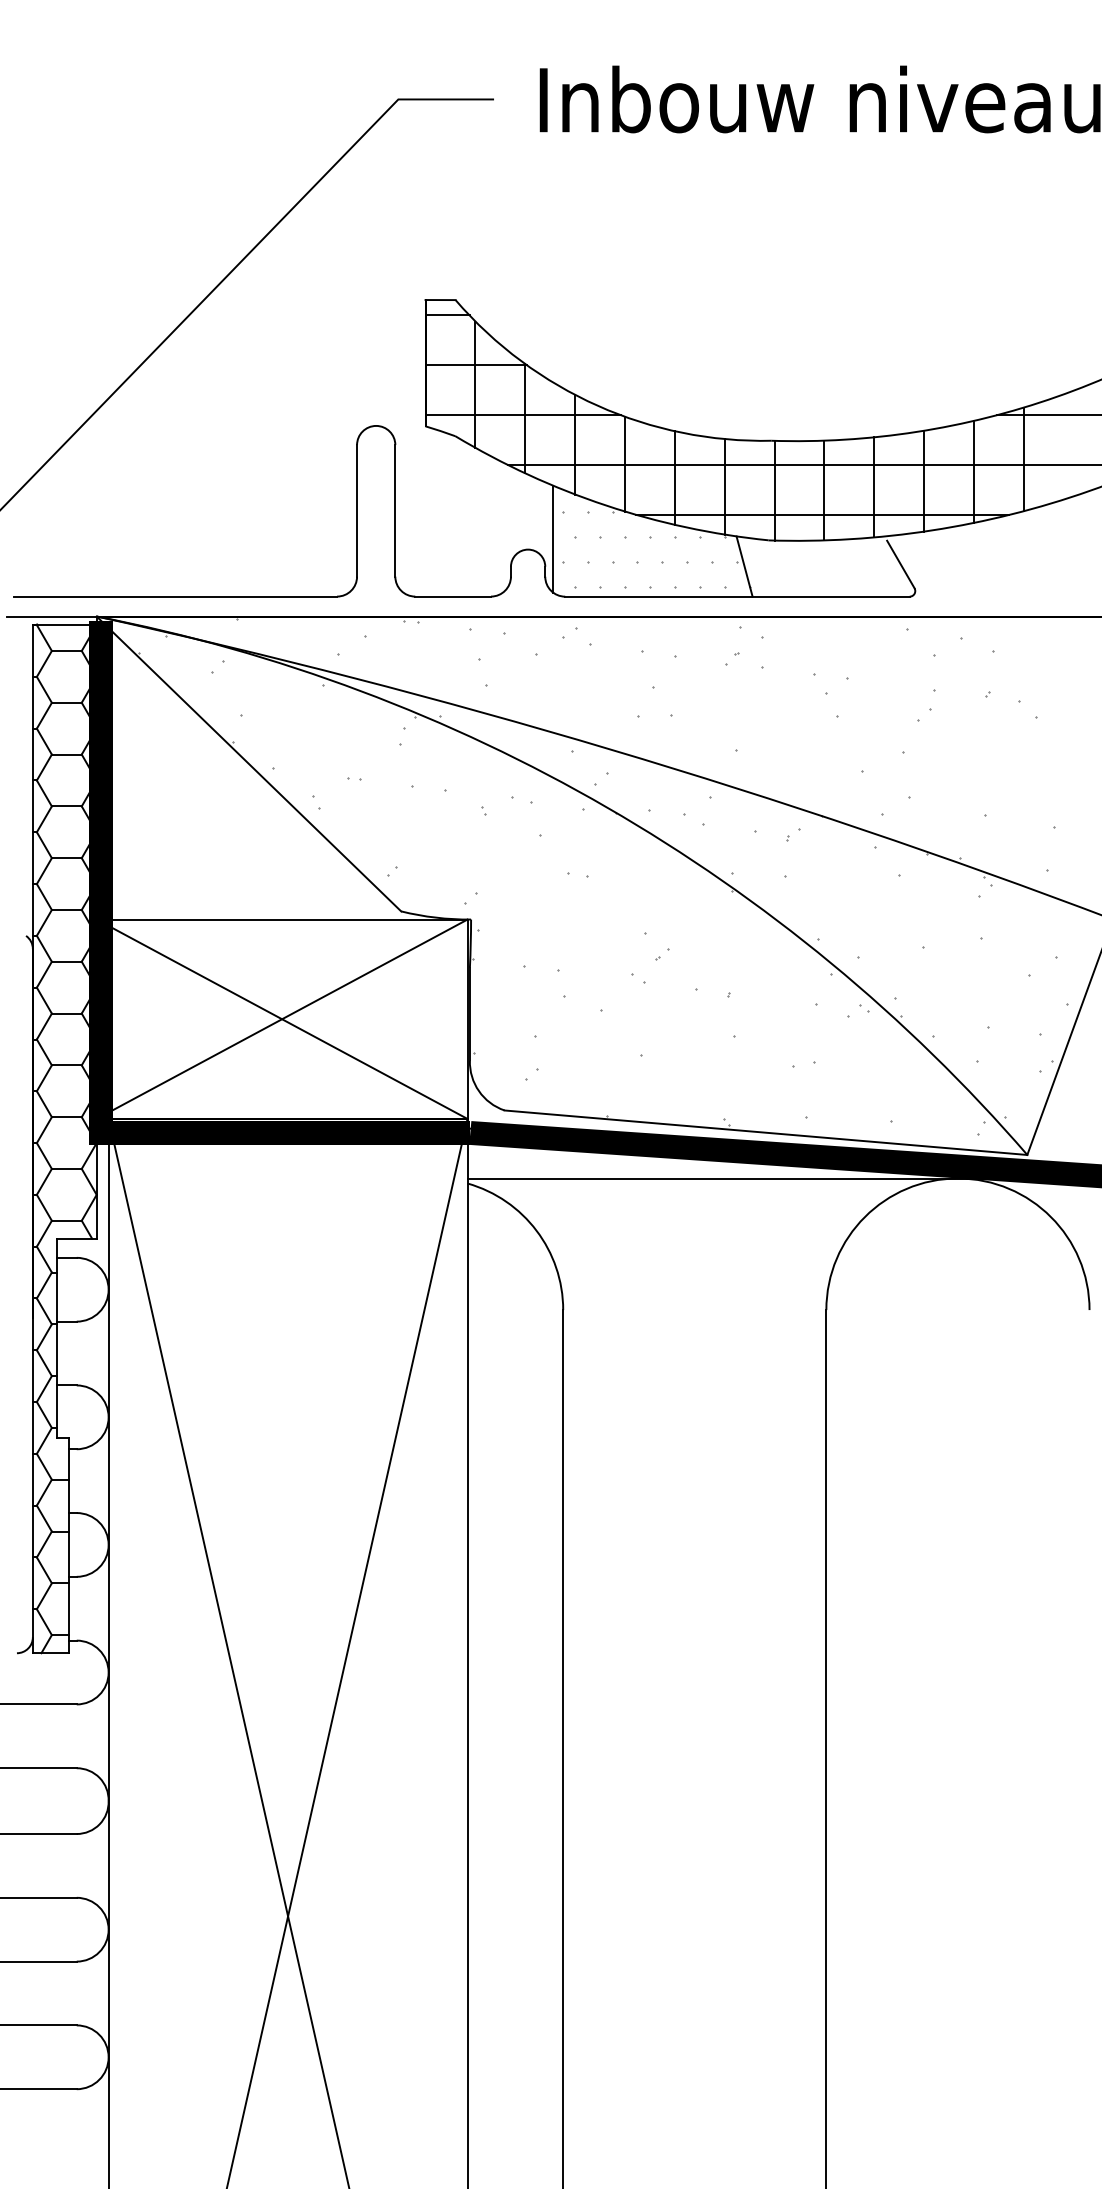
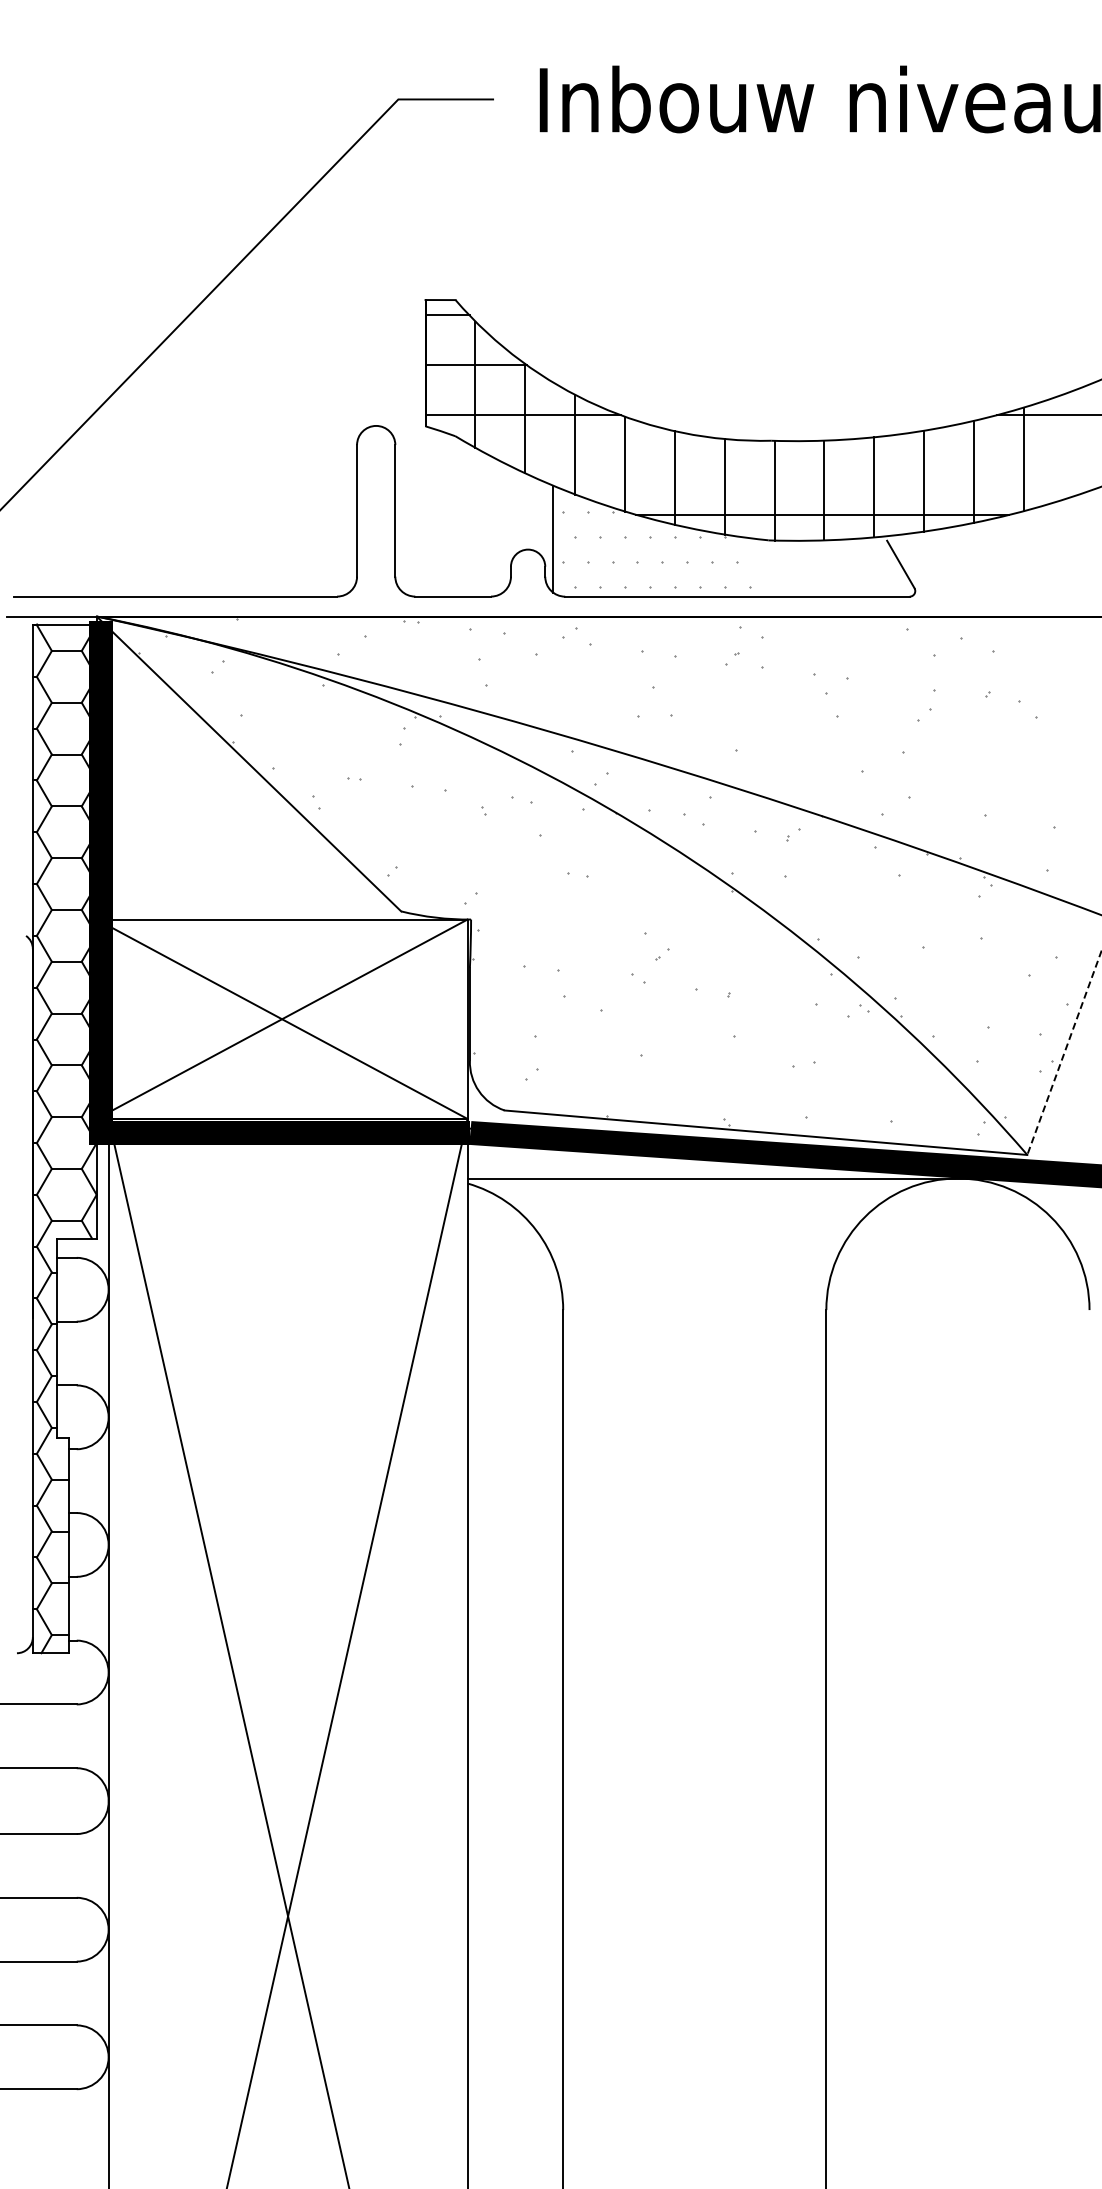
line at (802, 465): present -> none
line at (744, 566): present -> none
line at (1064, 1052): solid -> dashed
